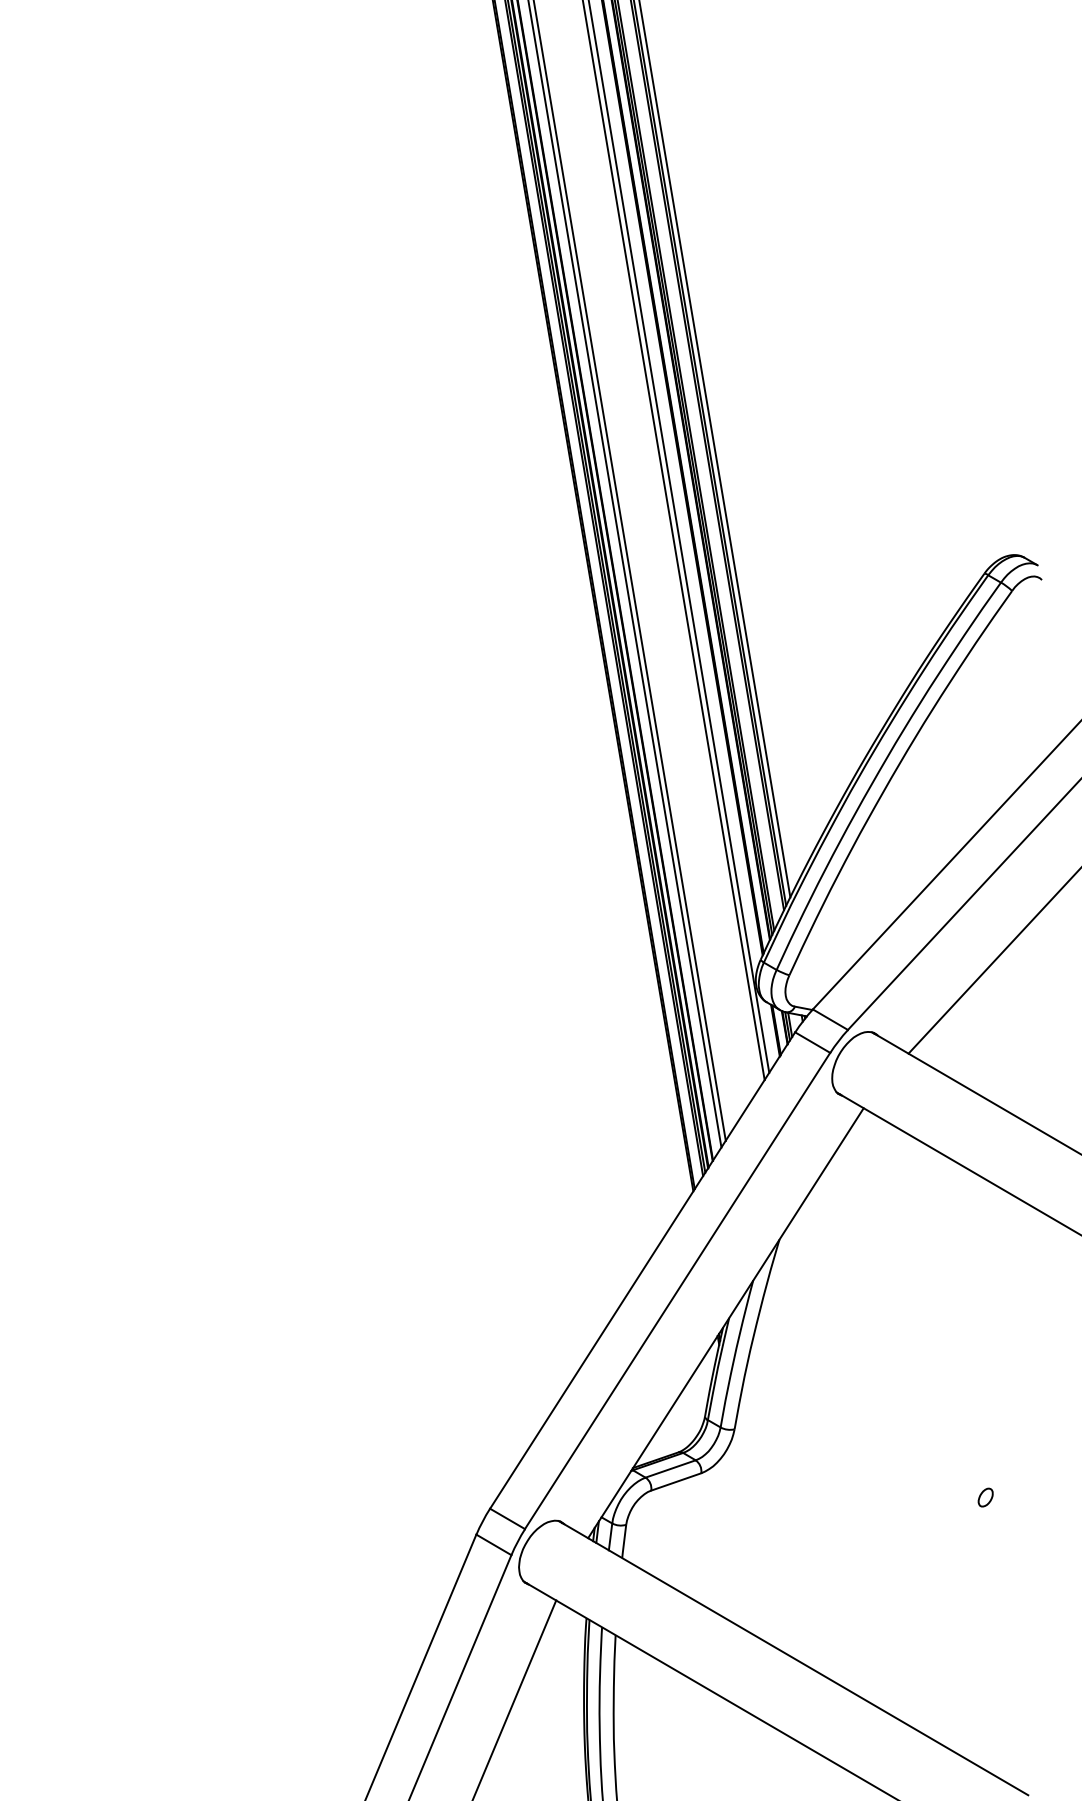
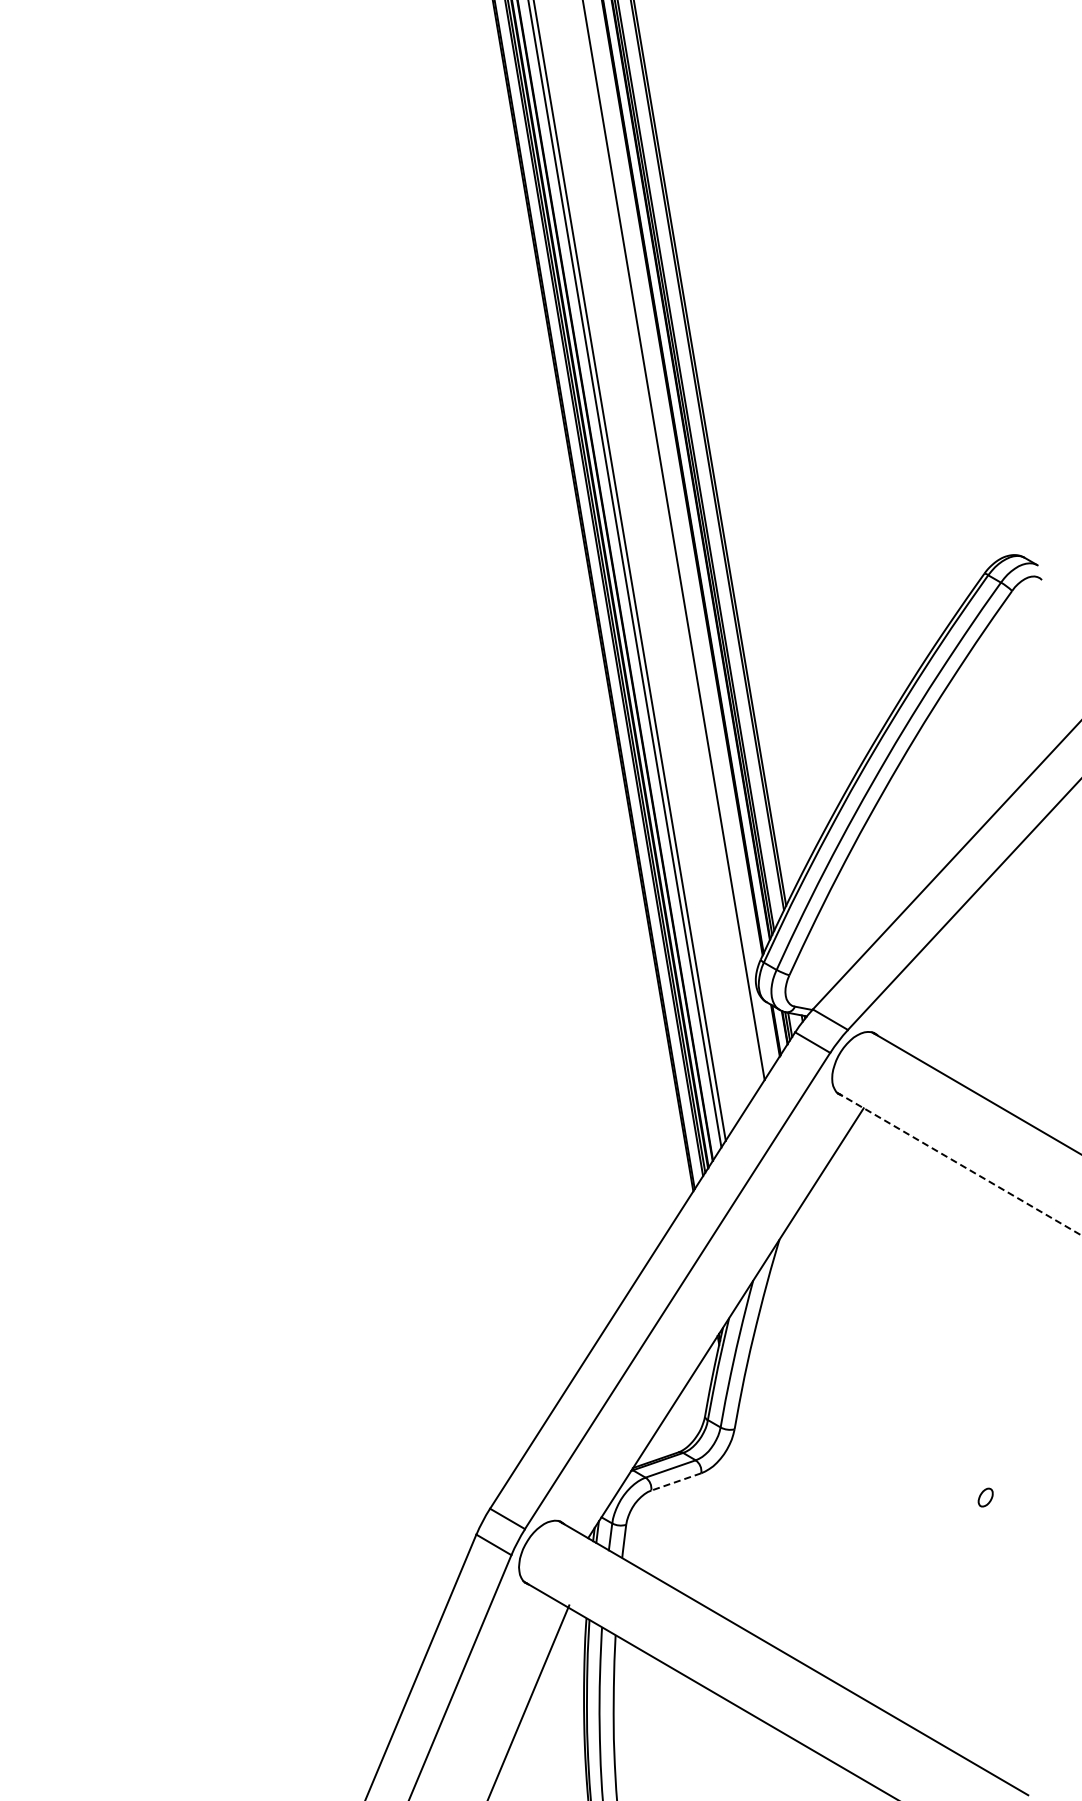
line at (714, 449): present -> none
line at (679, 537): present -> none
line at (993, 961): present -> none
line at (959, 1164): solid -> dashed
line at (675, 1482): solid -> dashed
line at (515, 1698) position: (515, 1698) -> (528, 1701)
